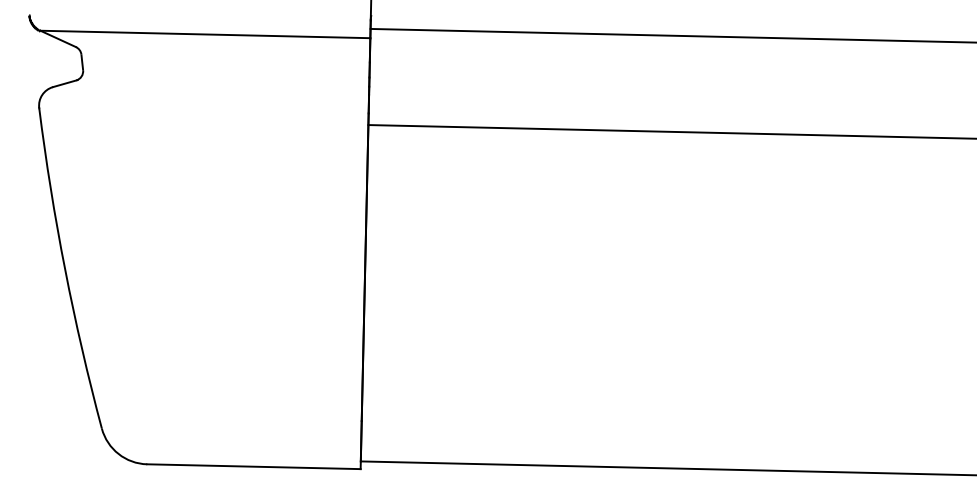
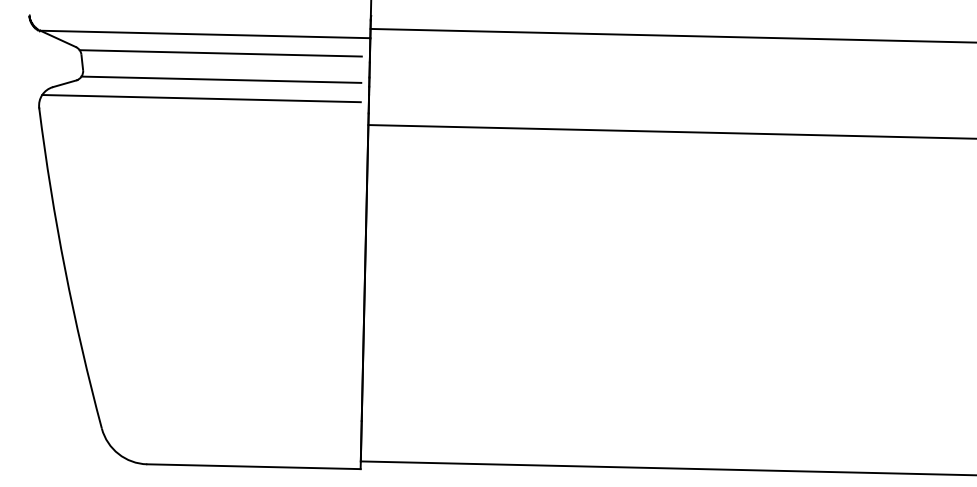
line at (220, 53): none -> present
line at (221, 79): none -> present
line at (201, 98): none -> present
